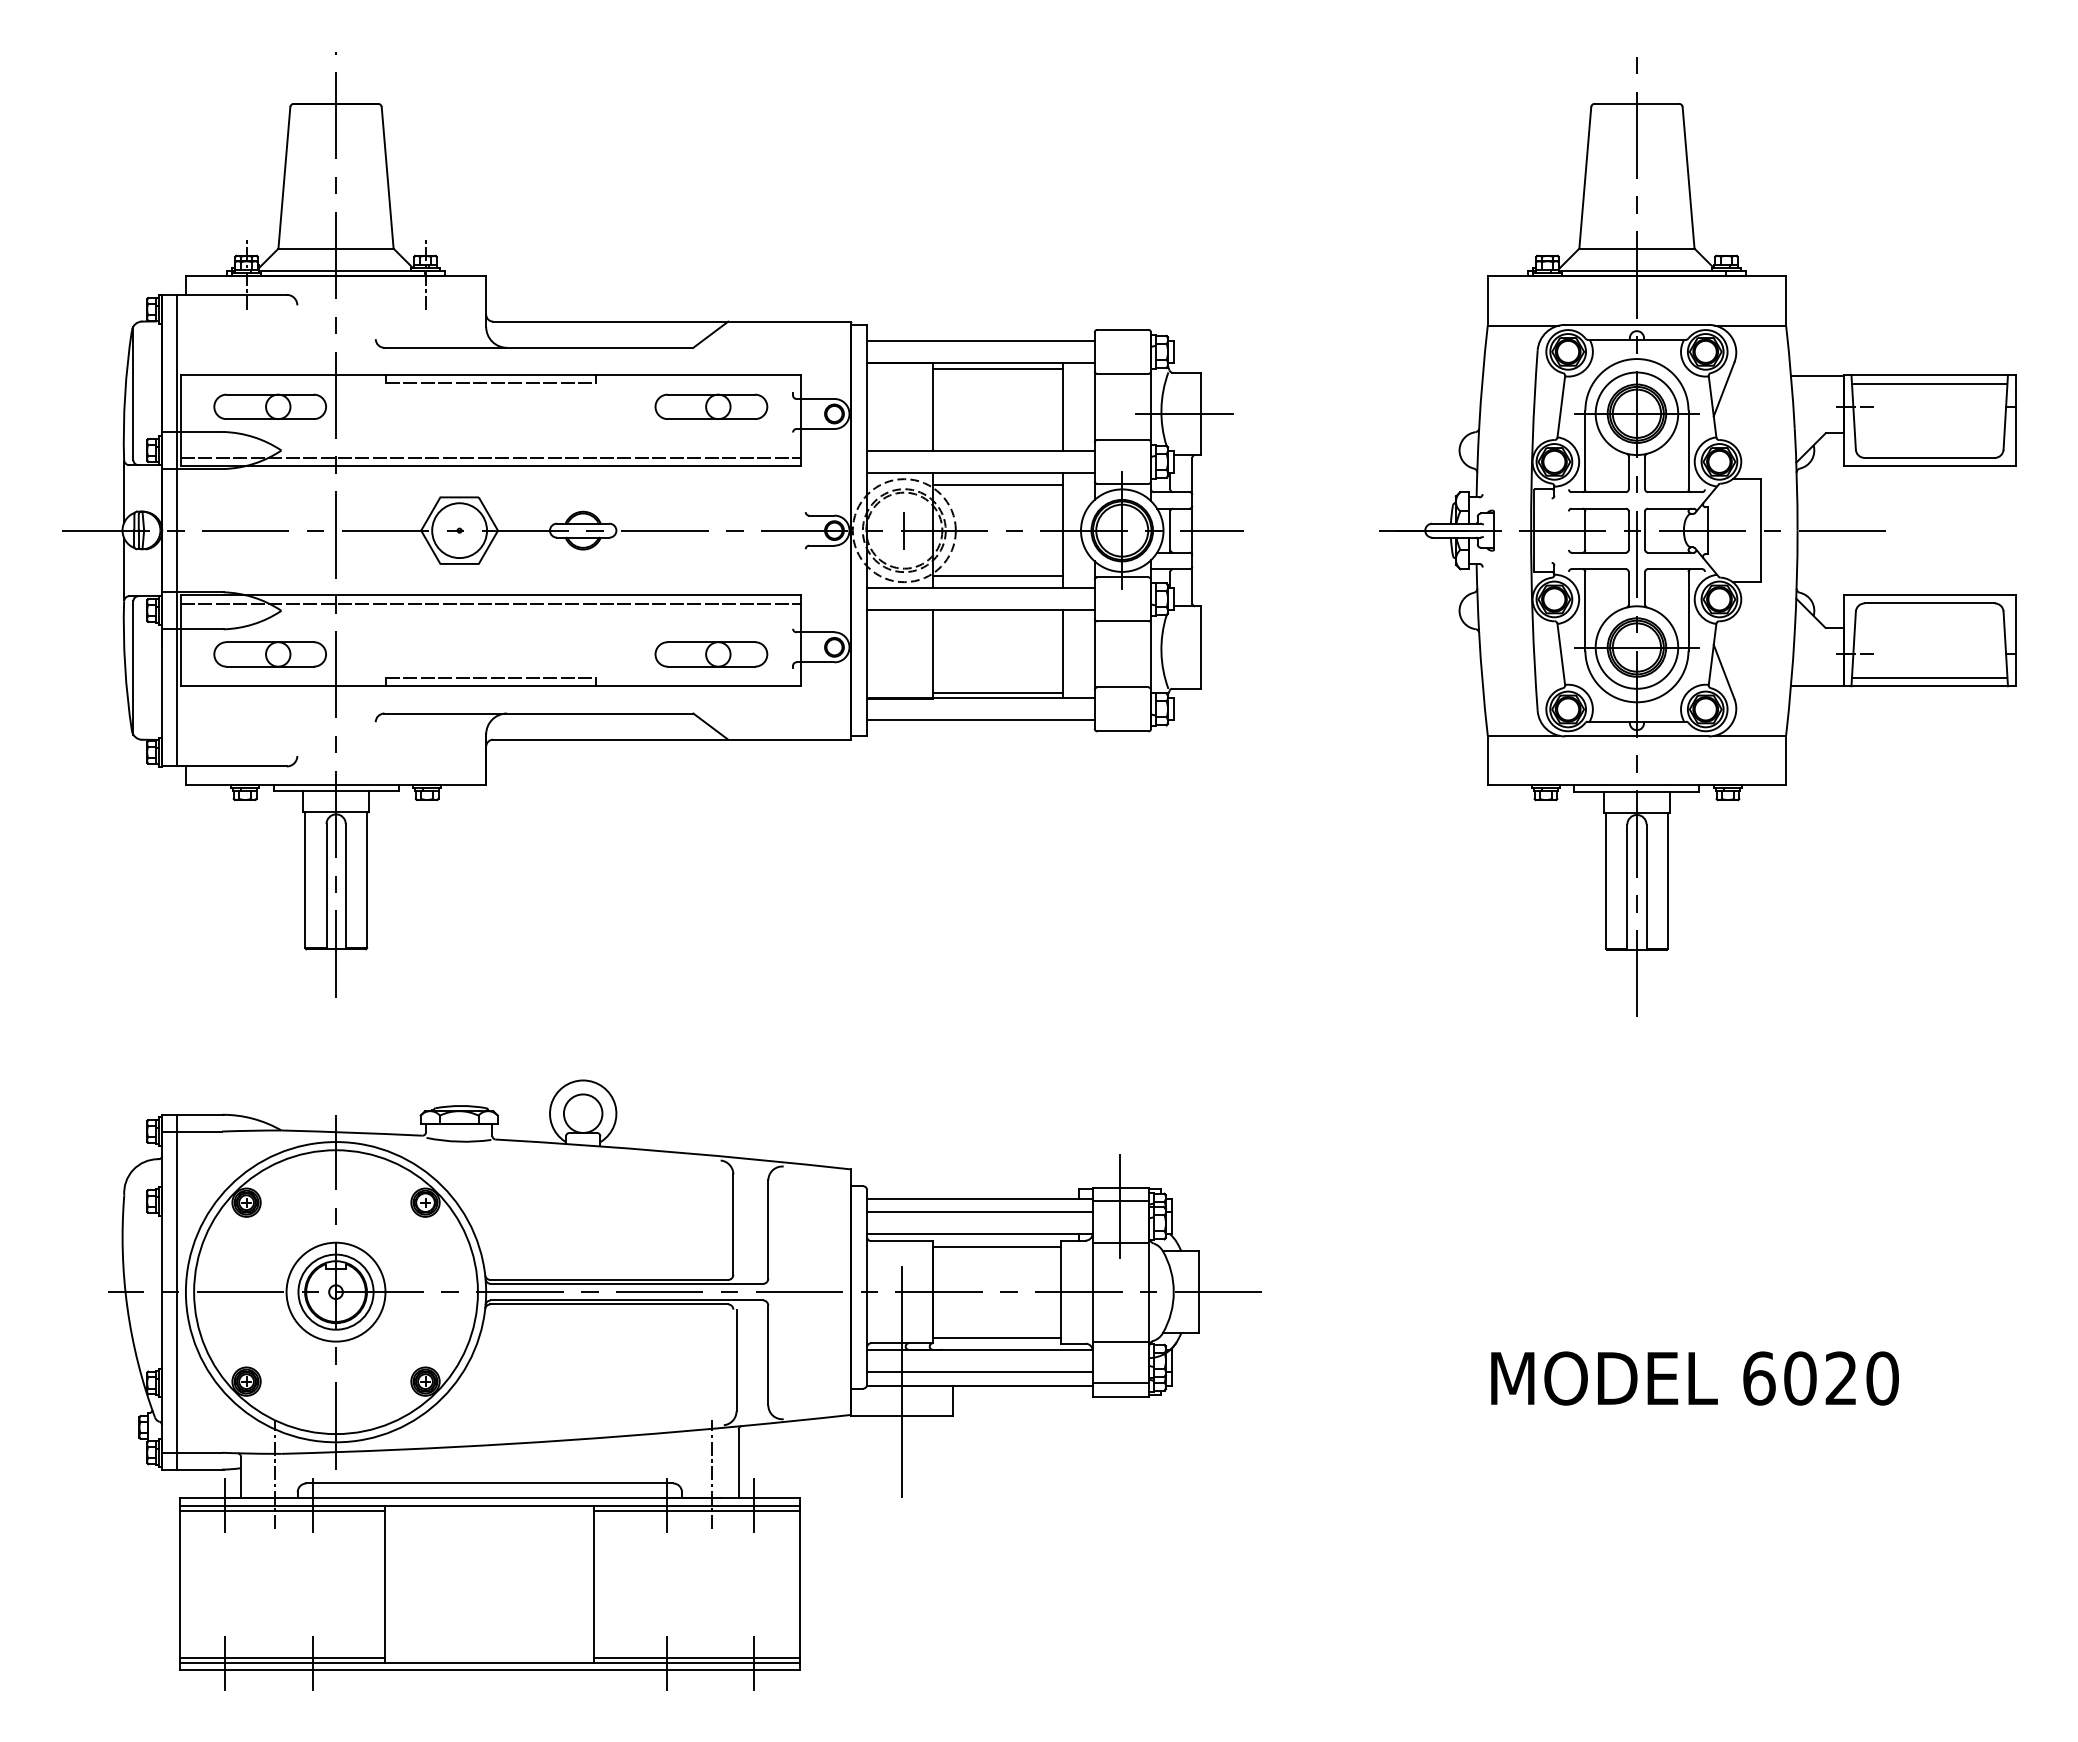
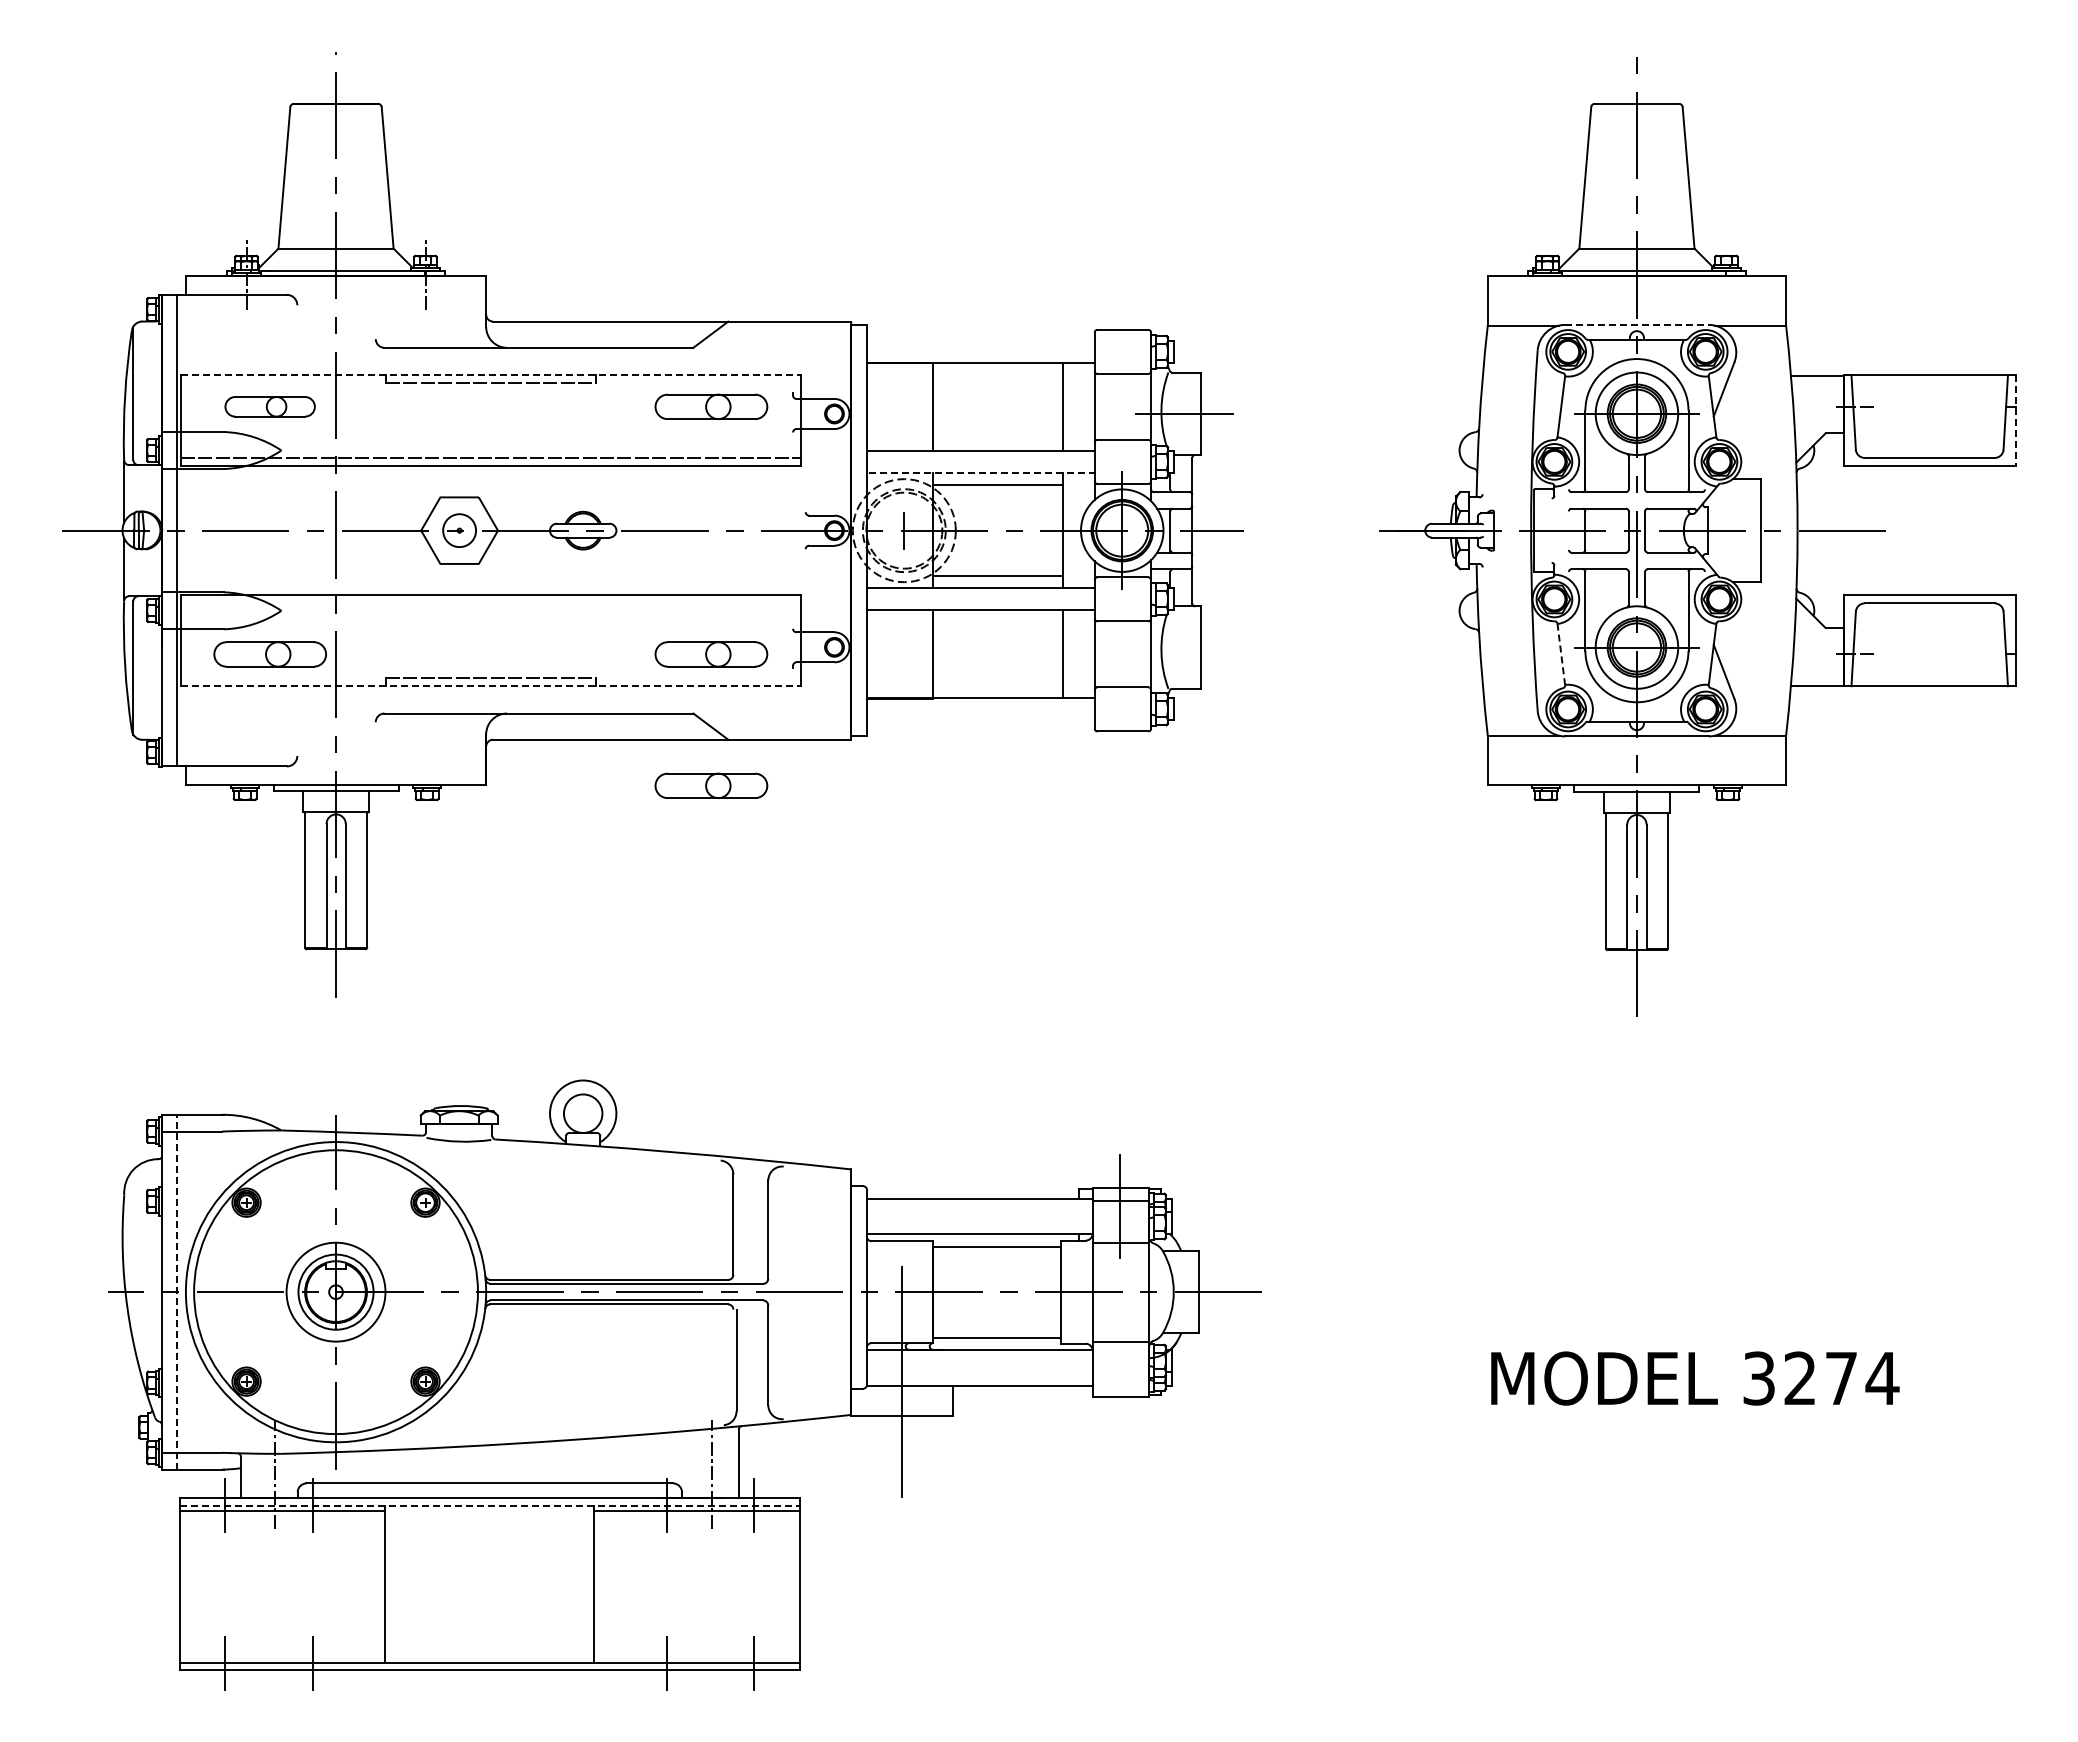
line at (1636, 324): solid -> dashed
line at (981, 340): present -> none
line at (998, 368): present -> none
line at (491, 375): solid -> dashed
line at (1929, 383): present -> none
part at (269, 406) size: 114x27 px -> 92x22 px
line at (2015, 421): solid -> dashed
line at (981, 472): solid -> dashed
circle at (459, 530) diameter: 55 px -> 33 px
line at (490, 603): present -> none
line at (1561, 654): solid -> dashed
line at (1929, 677): present -> none
line at (491, 686): solid -> dashed
line at (998, 692): present -> none
line at (980, 720): present -> none
part at (711, 785): none -> present
line at (979, 1212): present -> none
line at (176, 1291): solid -> dashed
line at (979, 1371): present -> none
text at (1821, 1378): 6020 -> 3274
line at (1120, 1382): present -> none
line at (490, 1506): solid -> dashed
line at (281, 1657): present -> none
line at (696, 1657): present -> none
